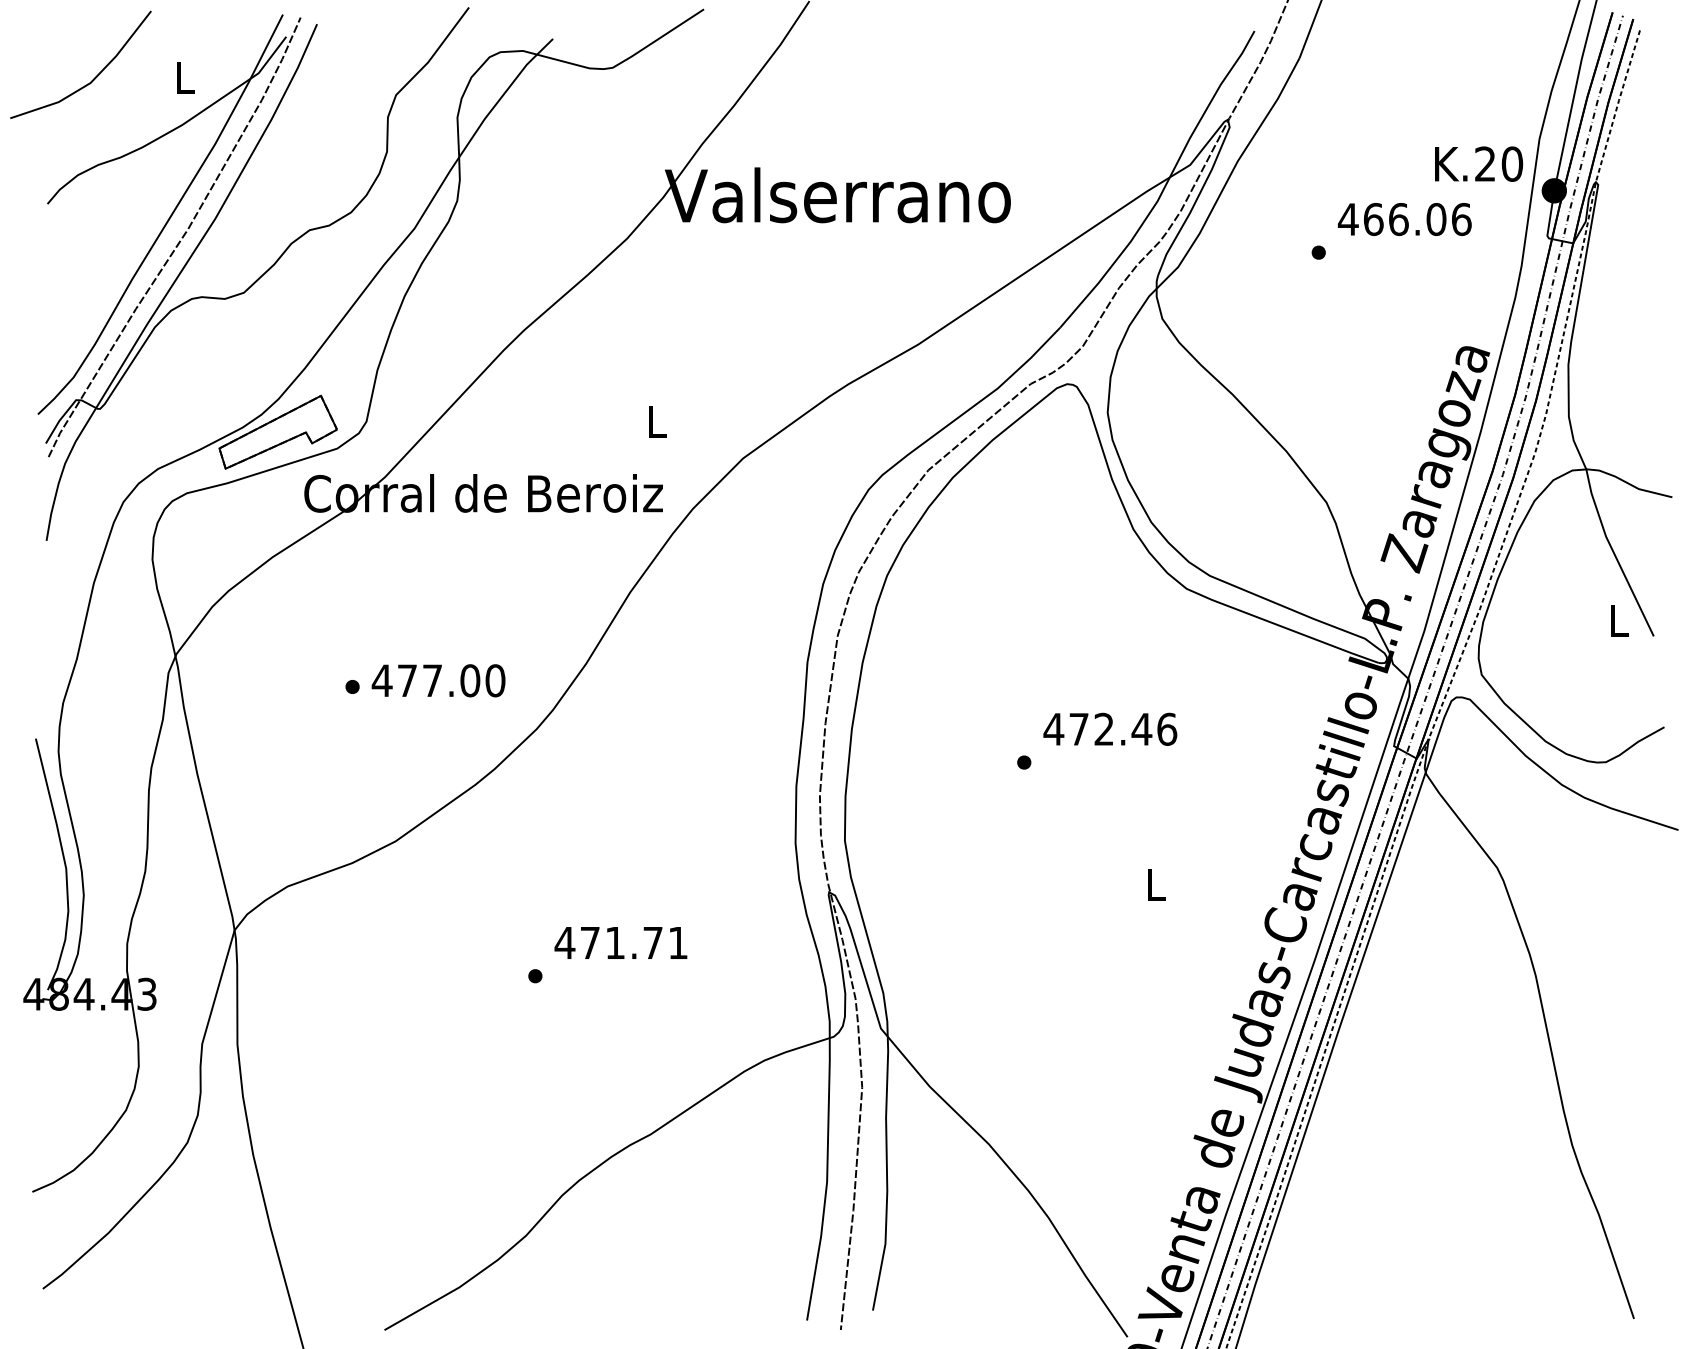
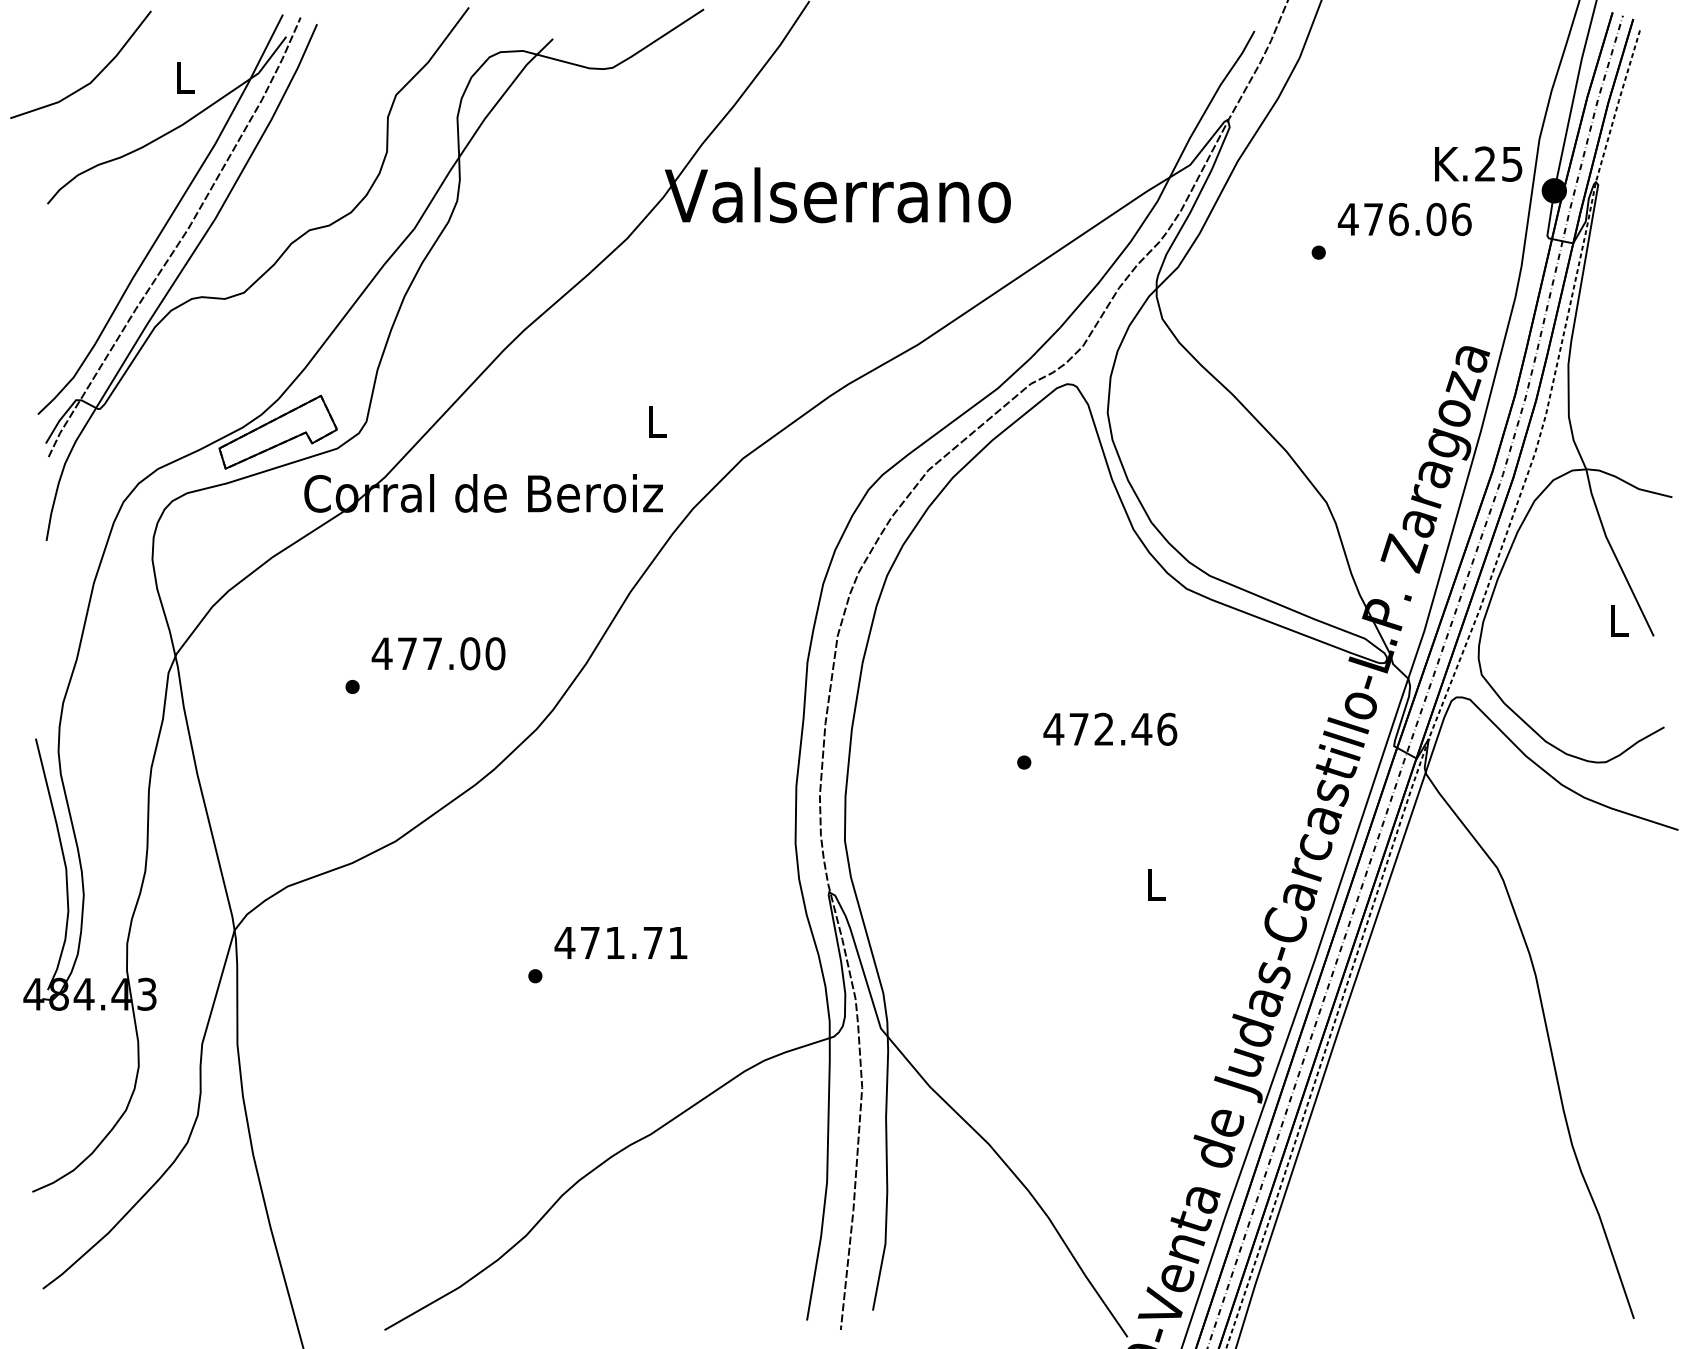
text at (1512, 163): K.20 -> K.25
text at (1373, 219): 466.06 -> 476.06
text at (438, 680) position: (438, 680) -> (438, 653)
